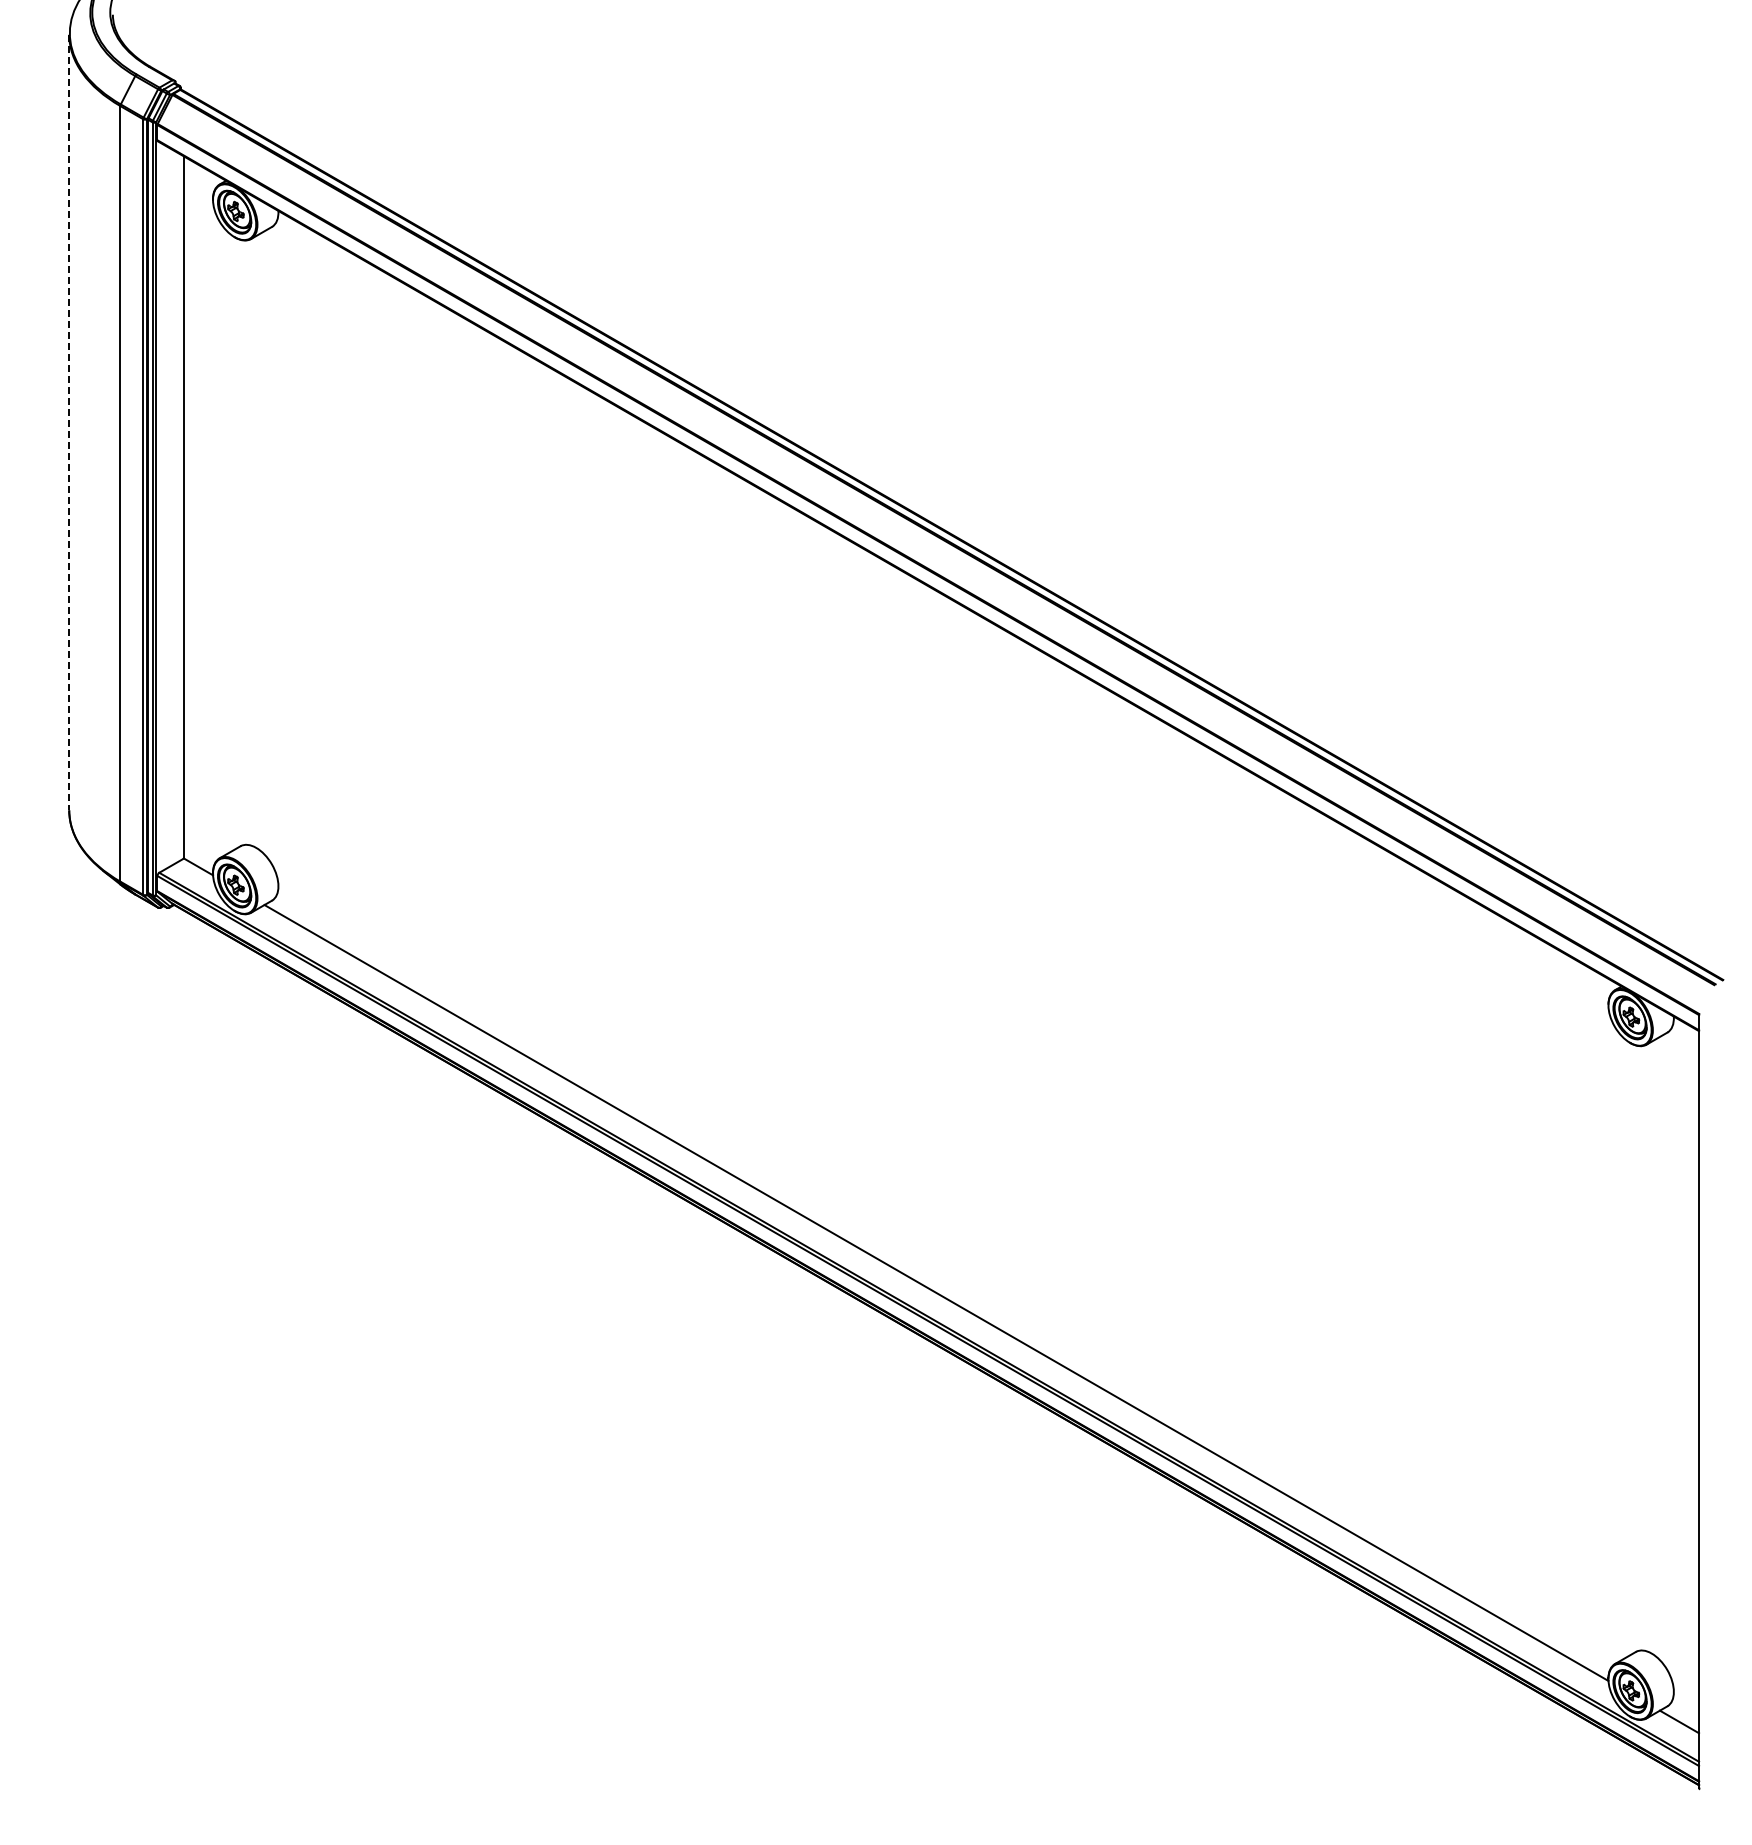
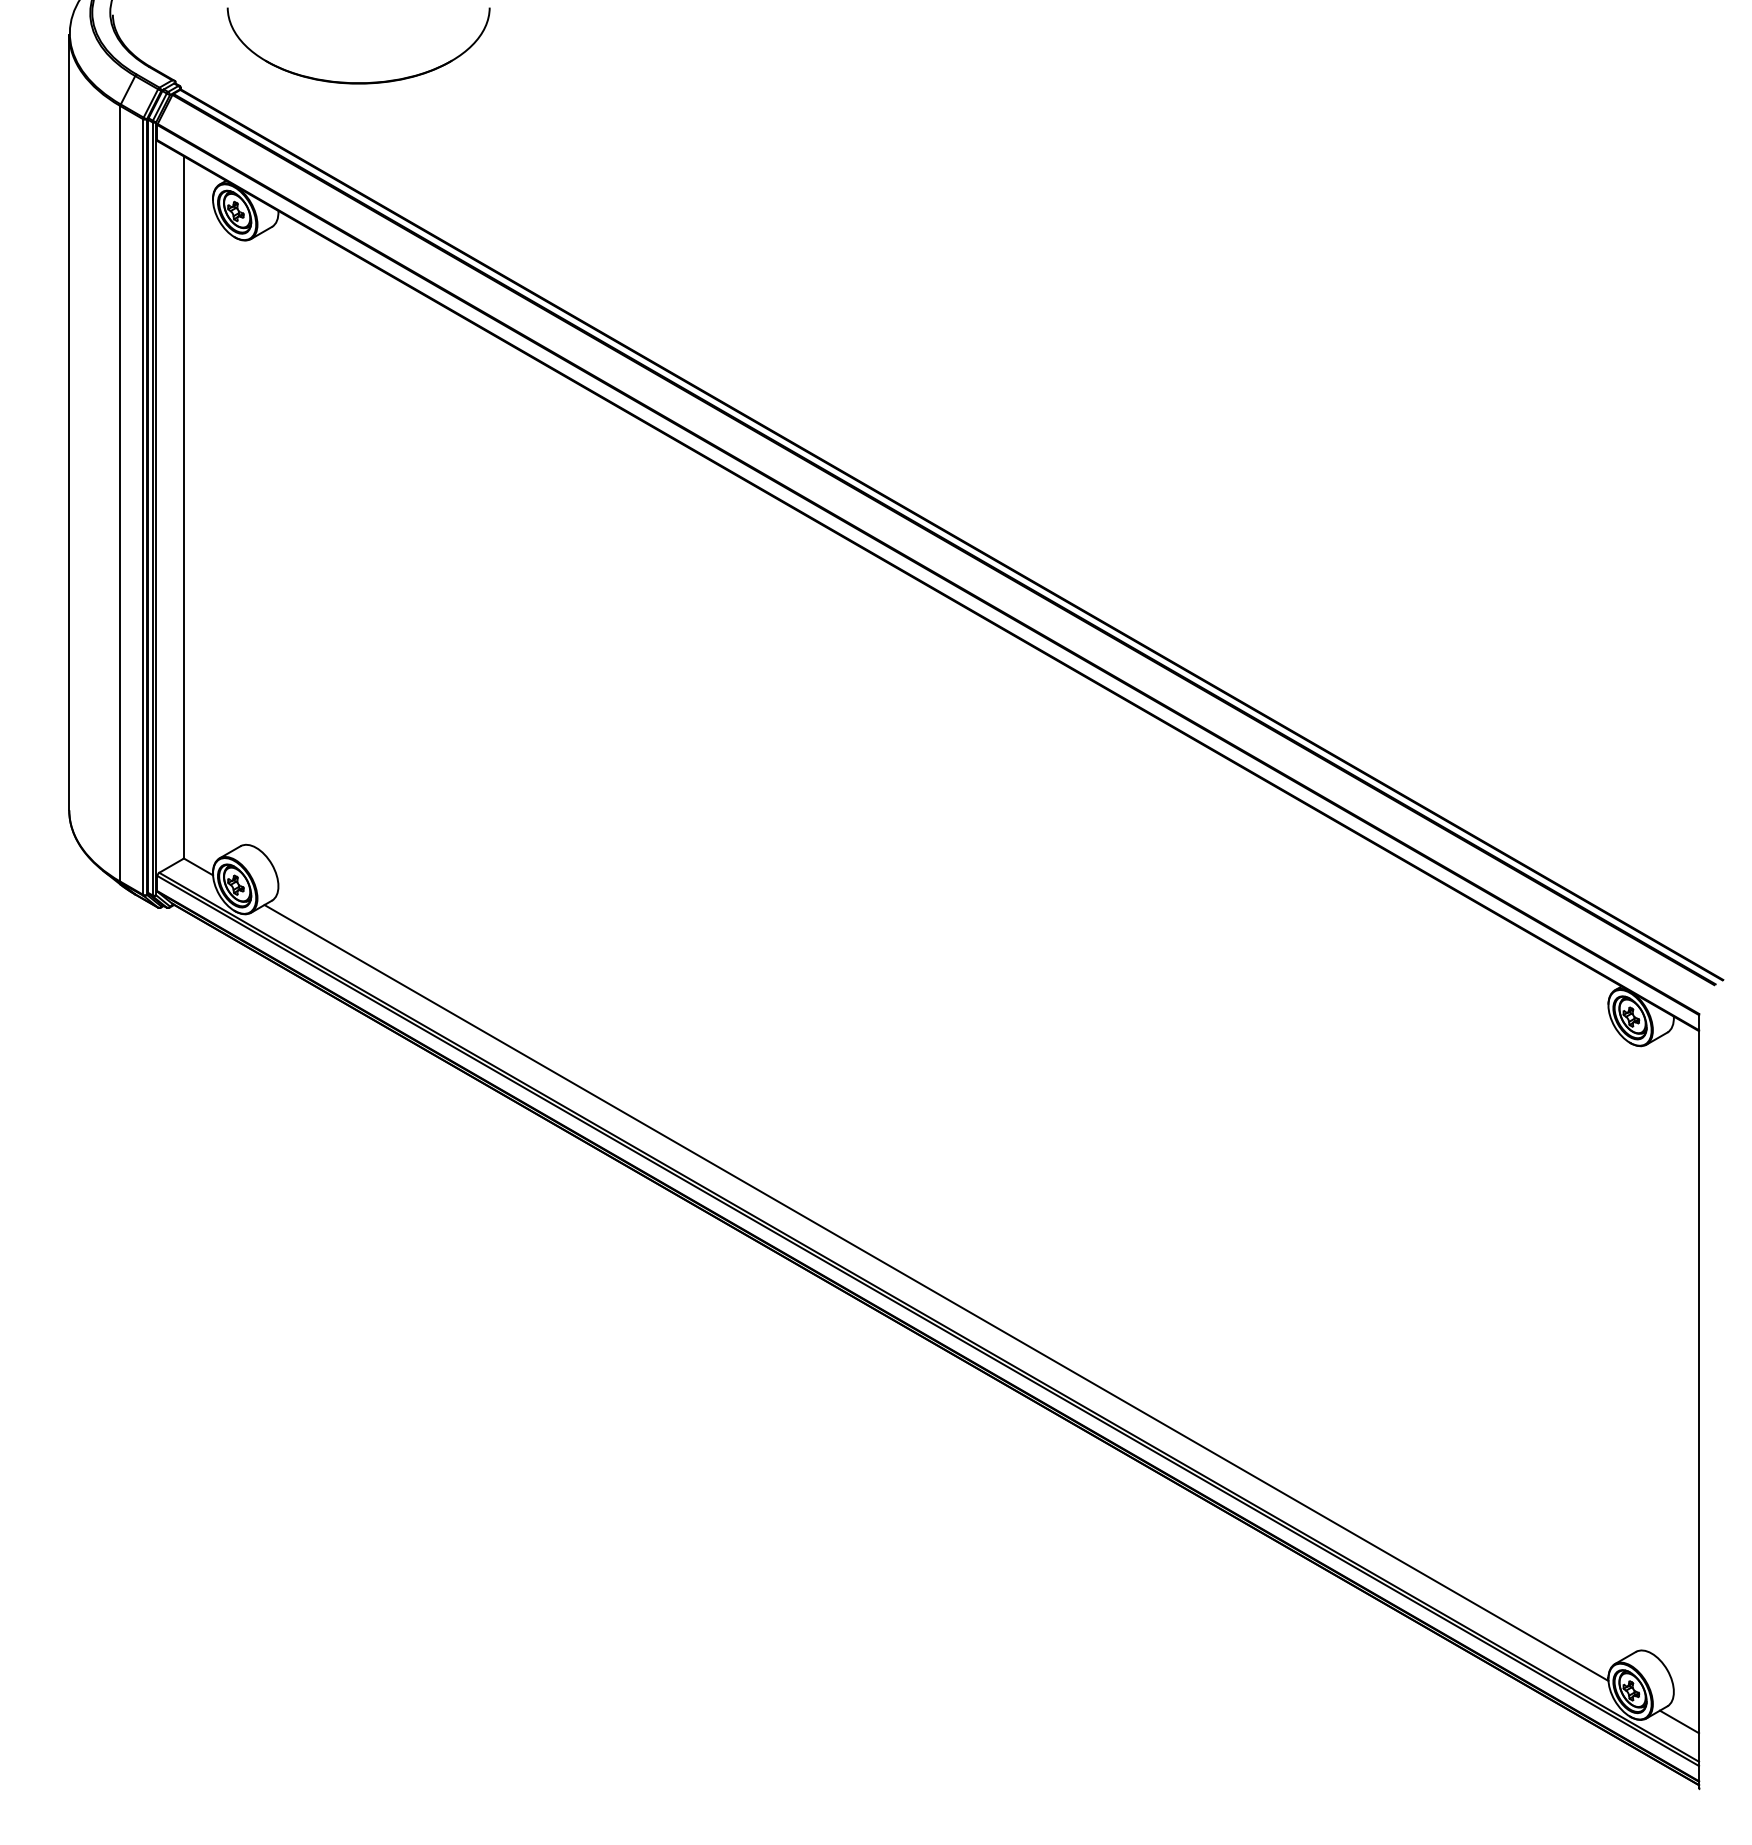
part at (358, 82): none -> present
line at (69, 422): dashed -> solid
